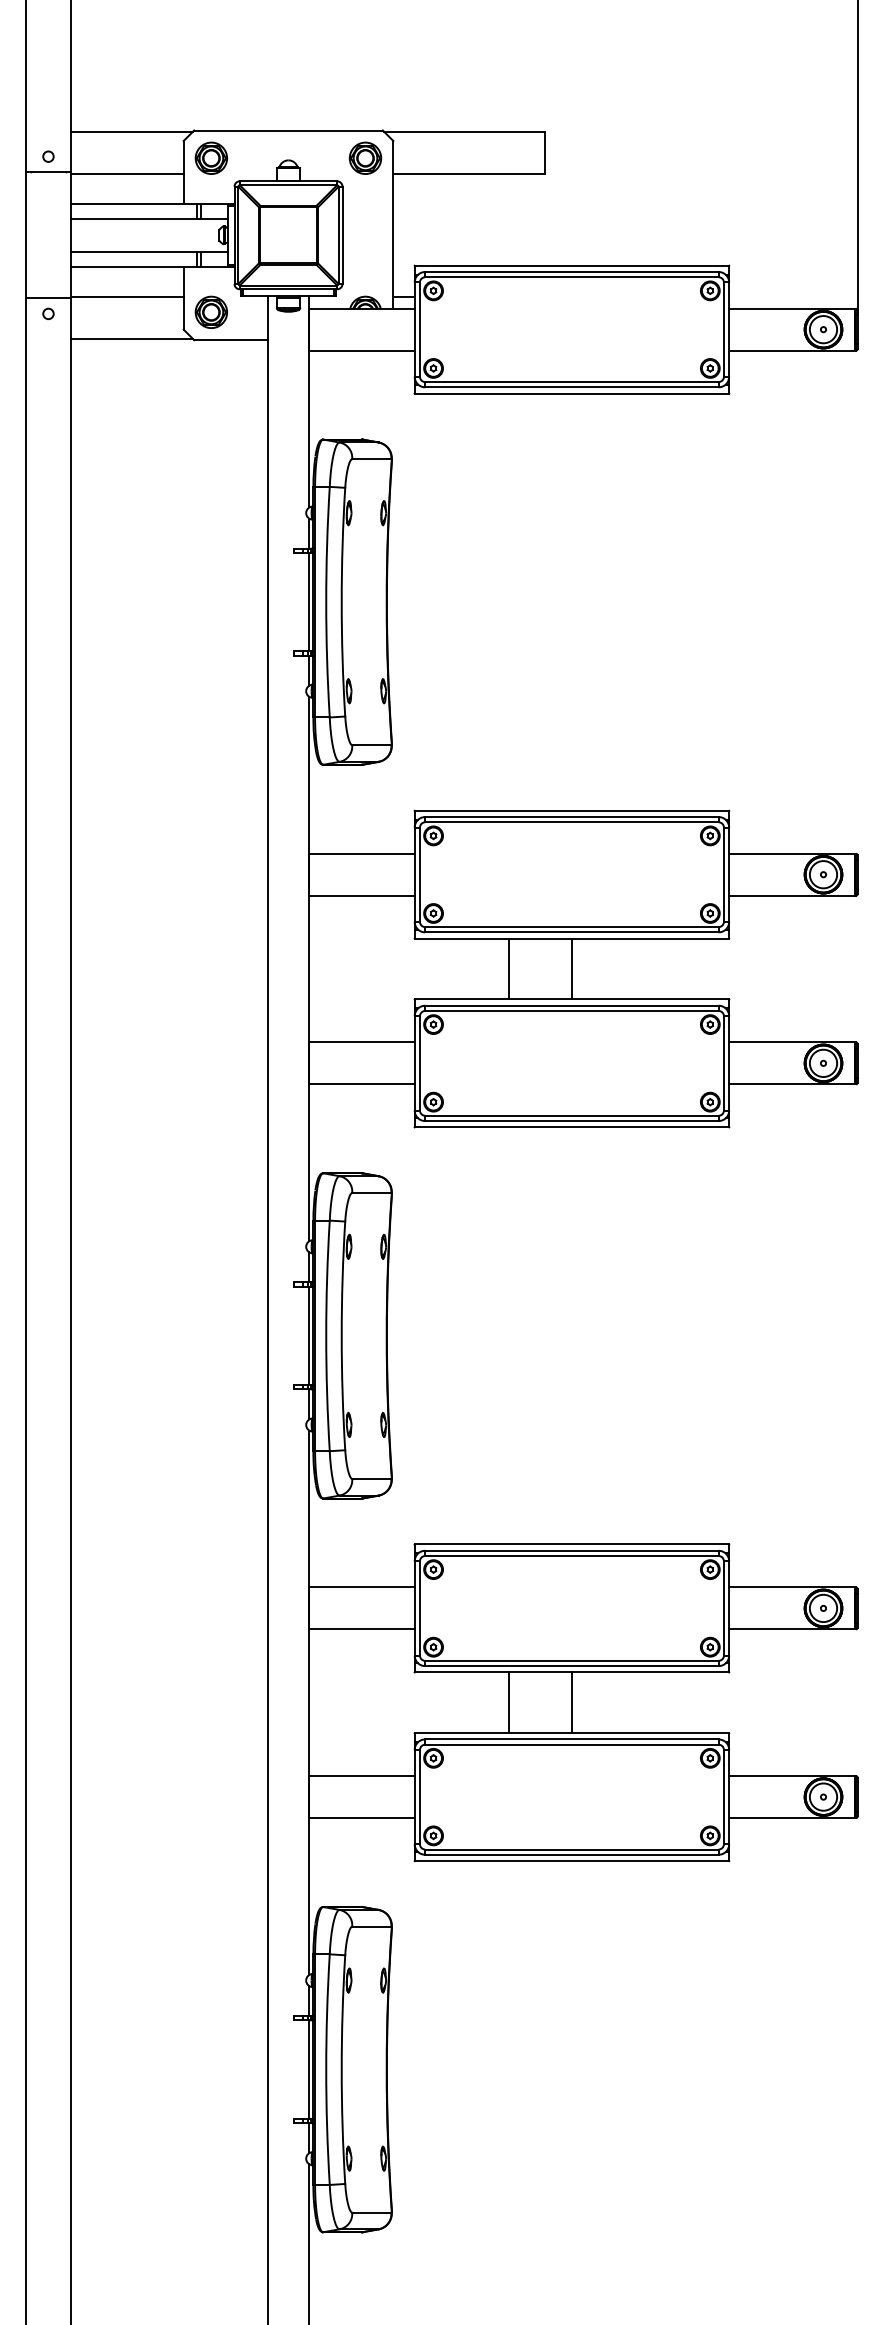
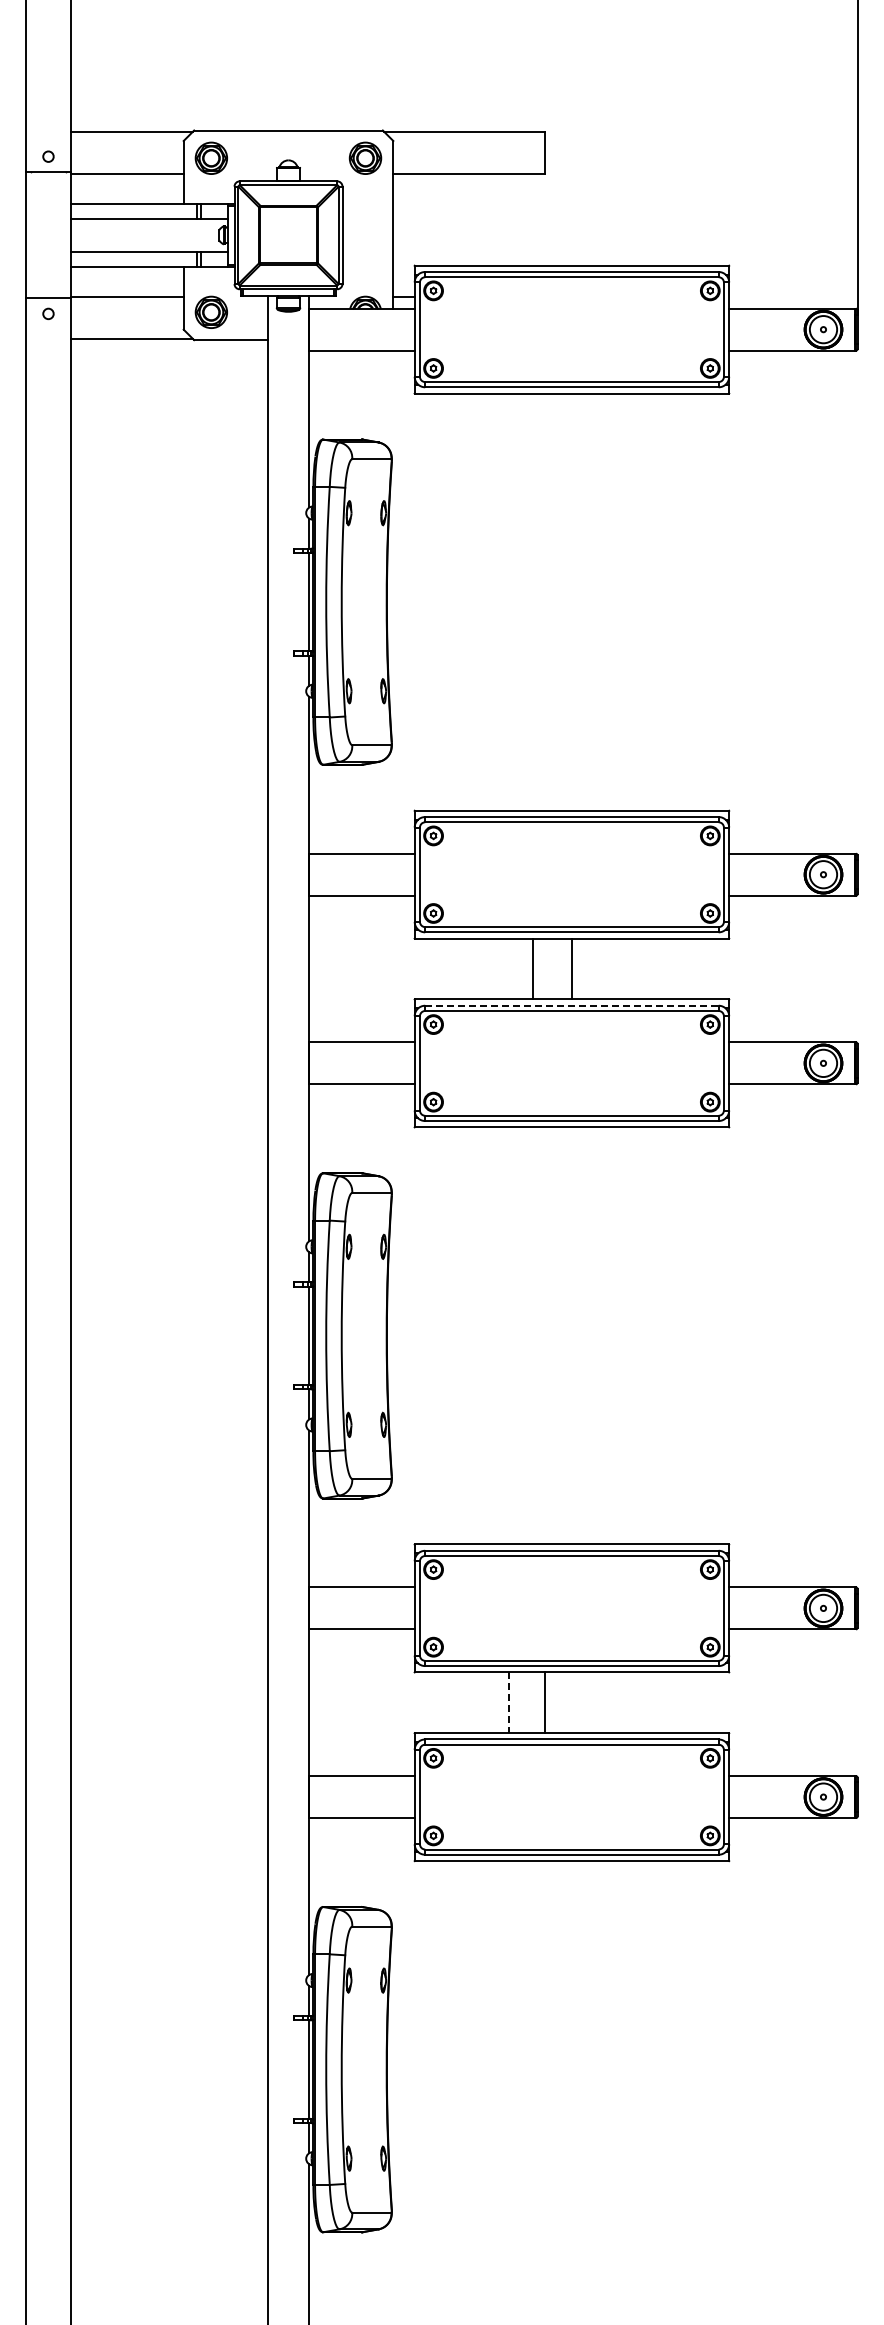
line at (508, 968) position: (508, 968) -> (532, 968)
line at (571, 1005): solid -> dashed
line at (571, 1702) position: (571, 1702) -> (544, 1702)
line at (508, 1703): solid -> dashed
